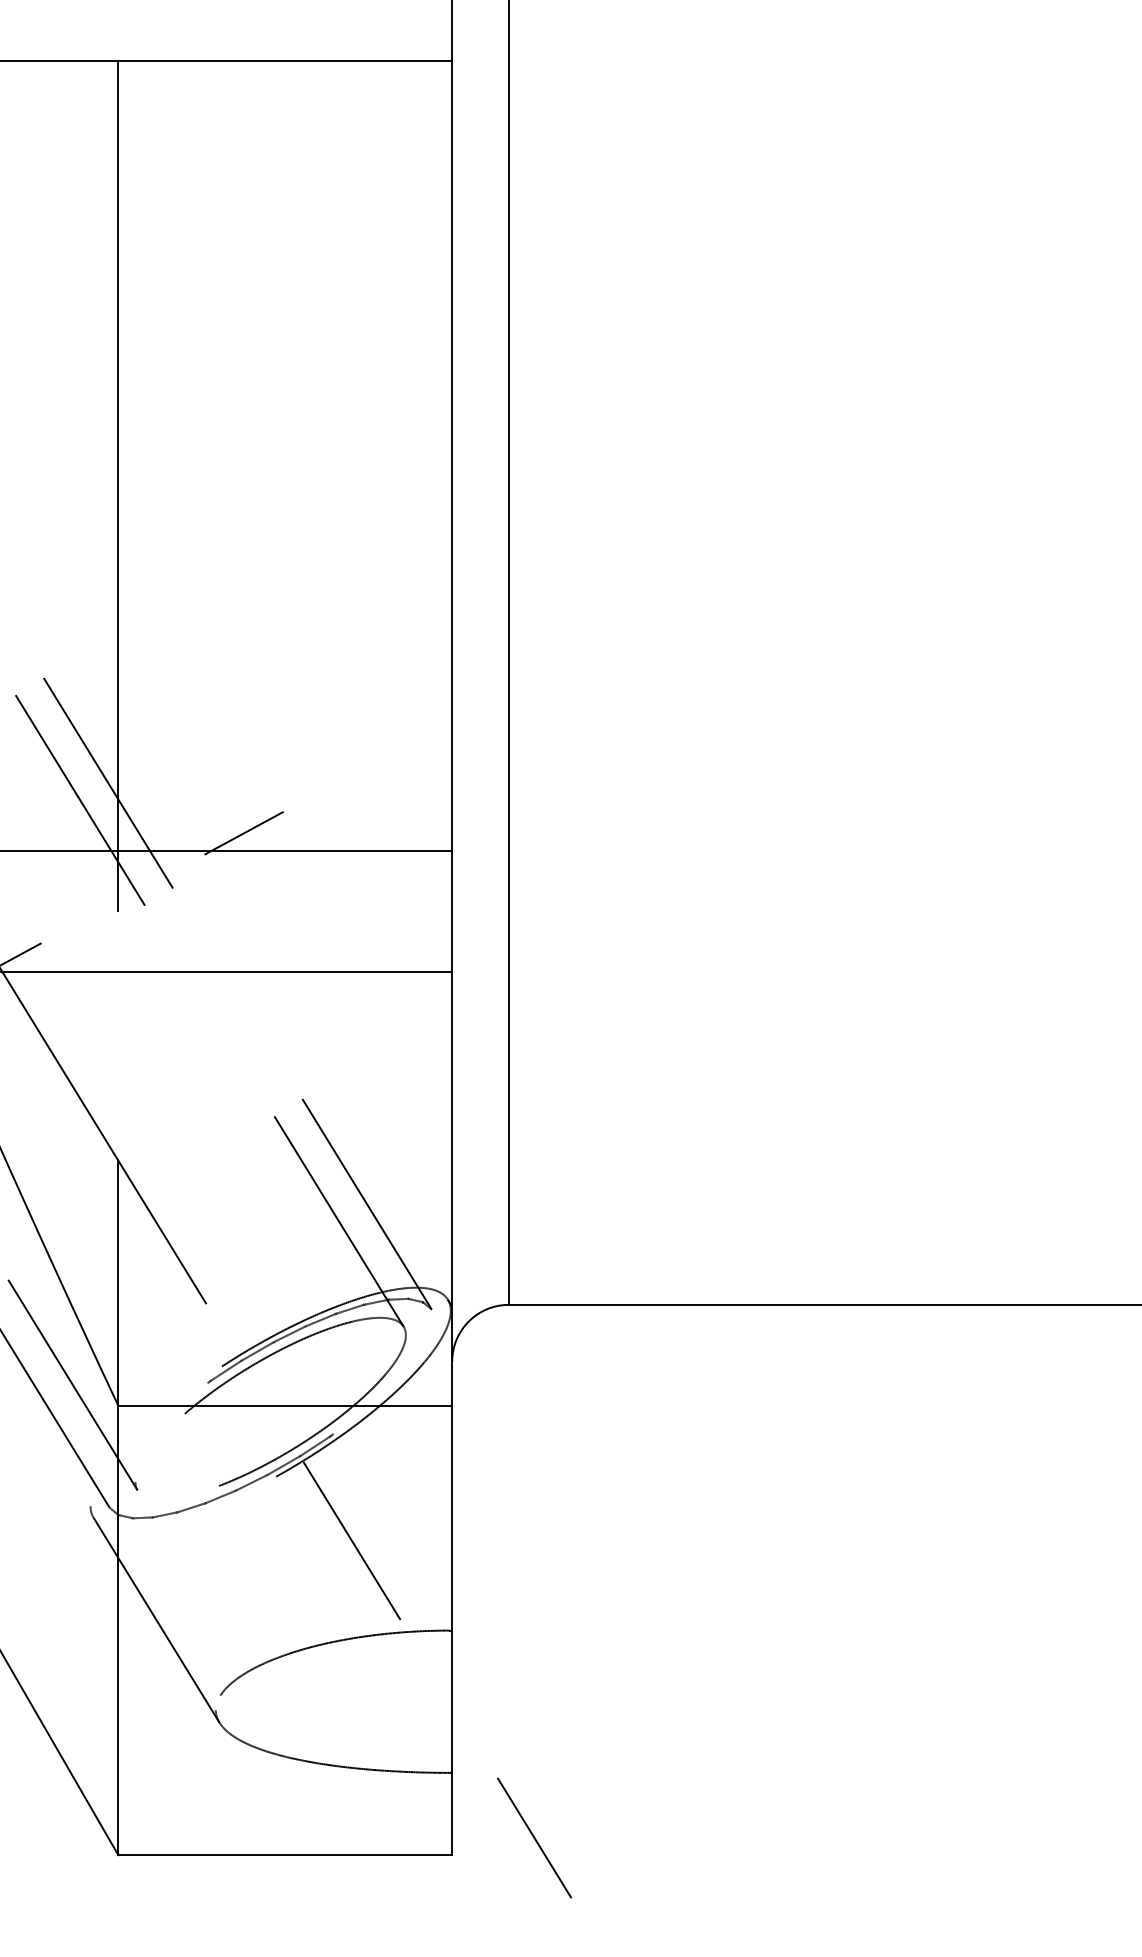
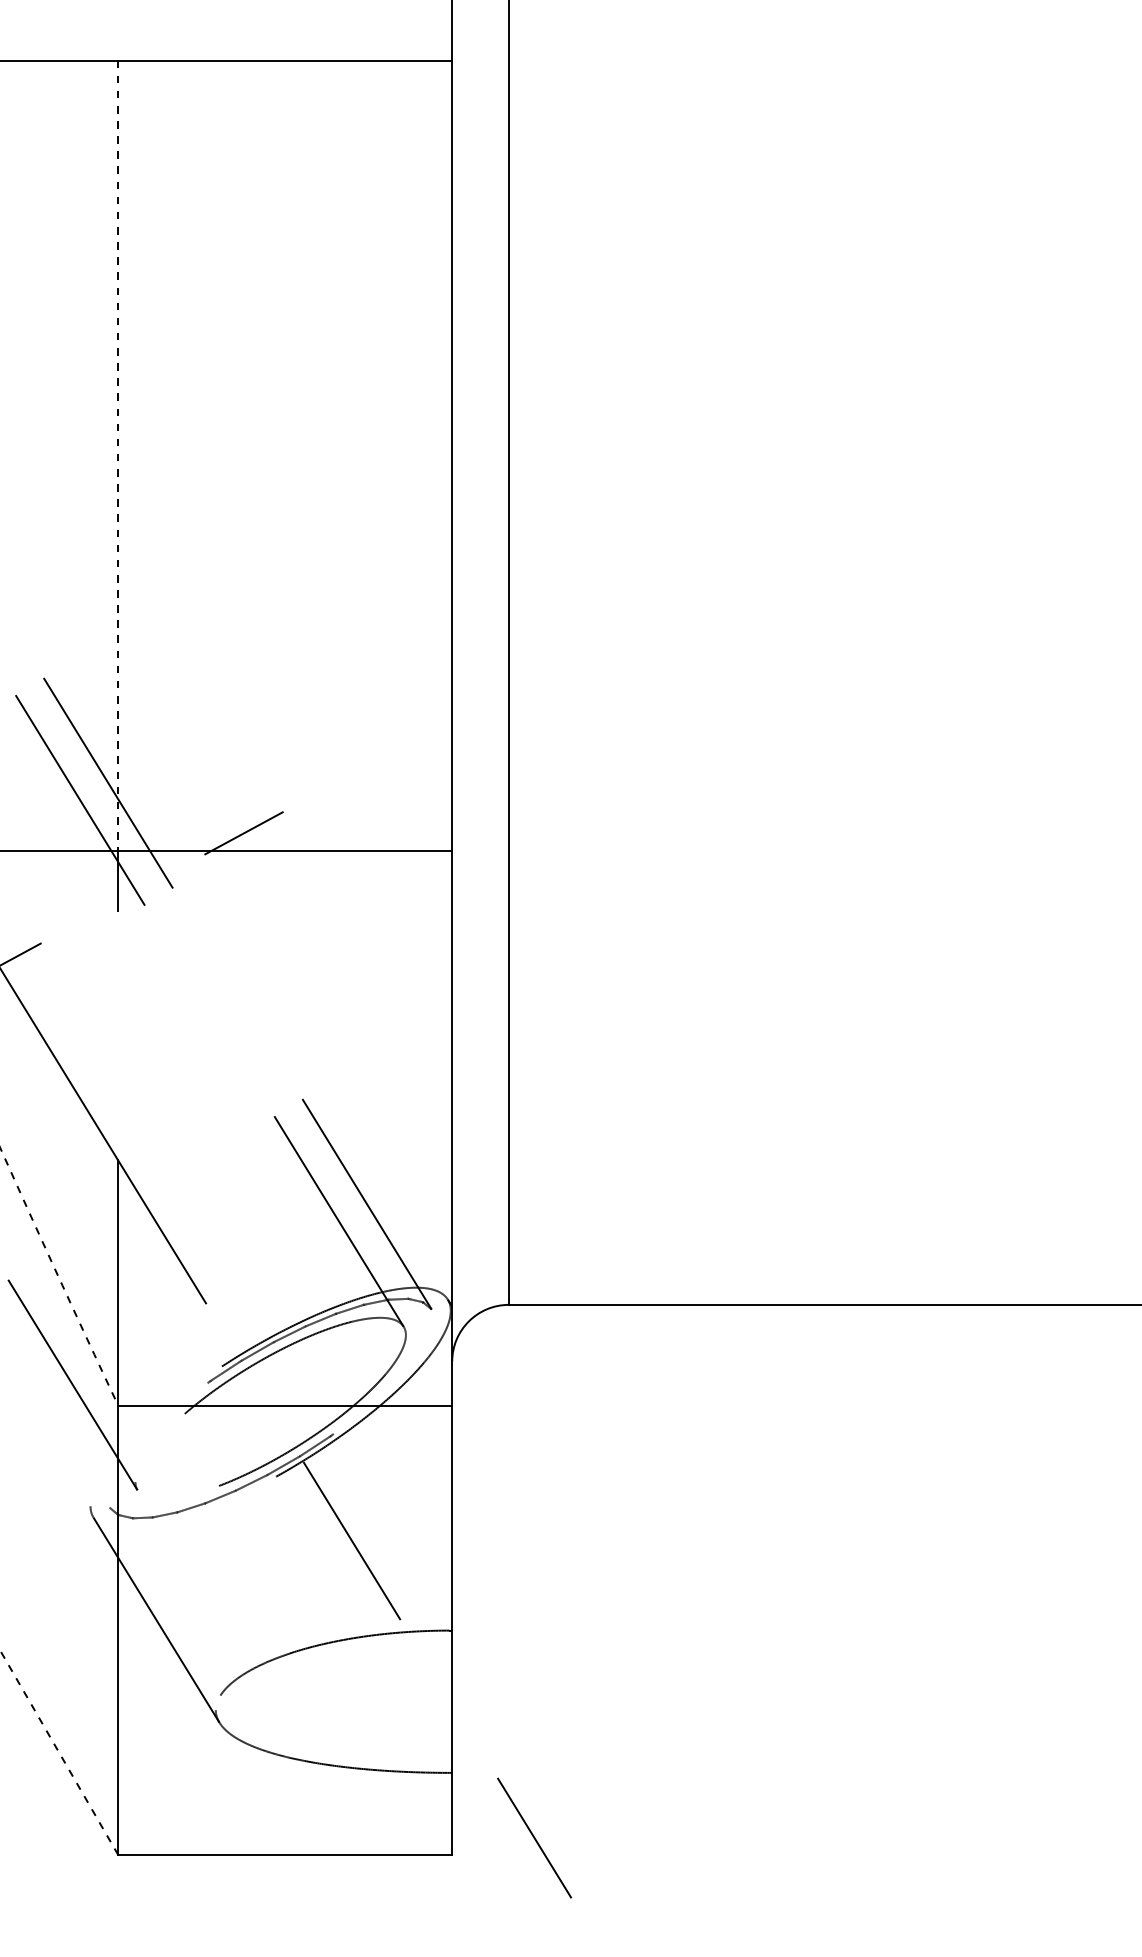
line at (118, 456): solid -> dashed
line at (227, 972): present -> none
arc at (58, 1276): solid -> dashed
line at (55, 1419): present -> none
line at (59, 1752): solid -> dashed
